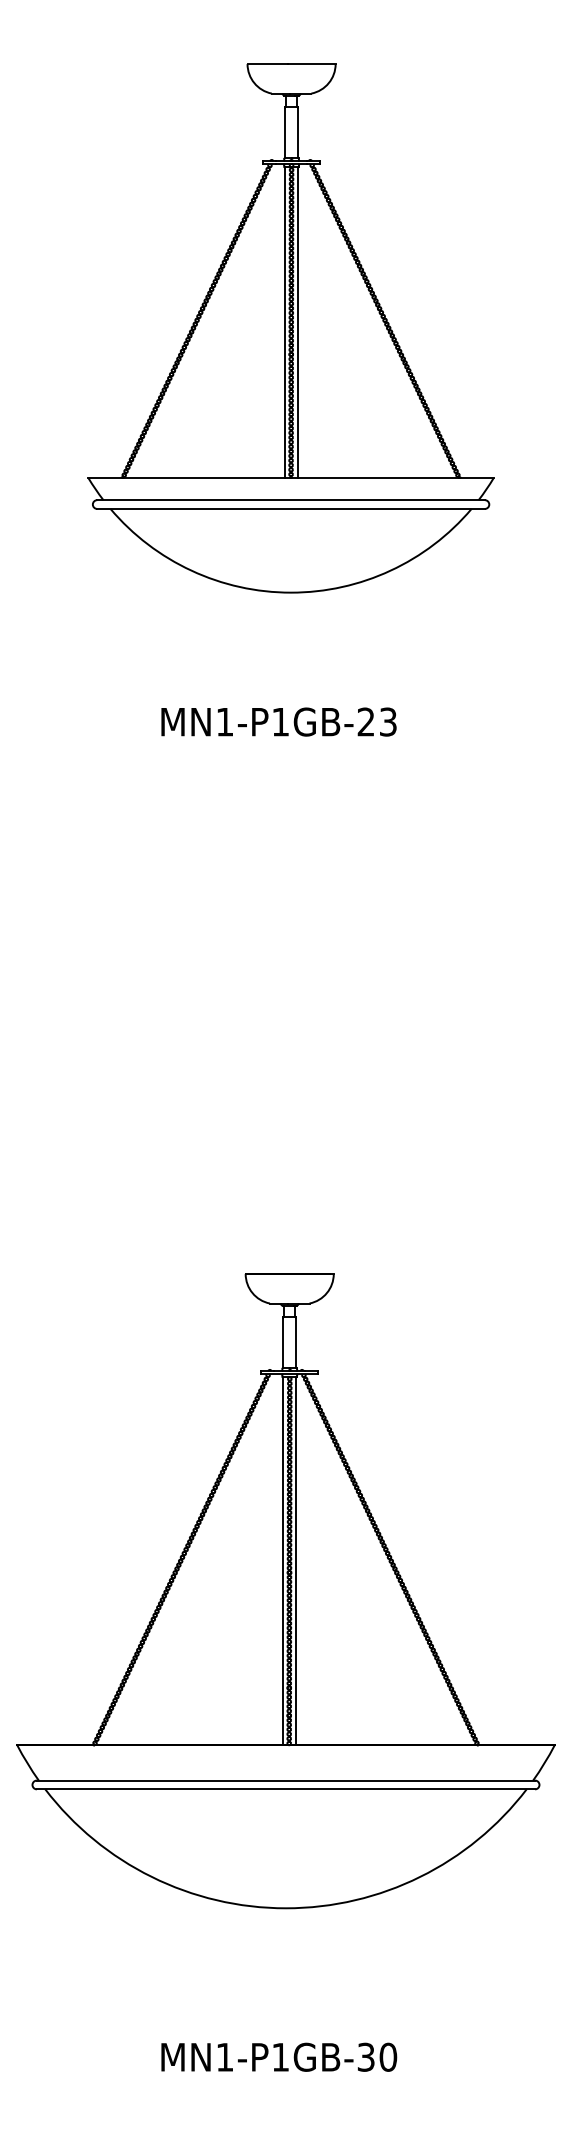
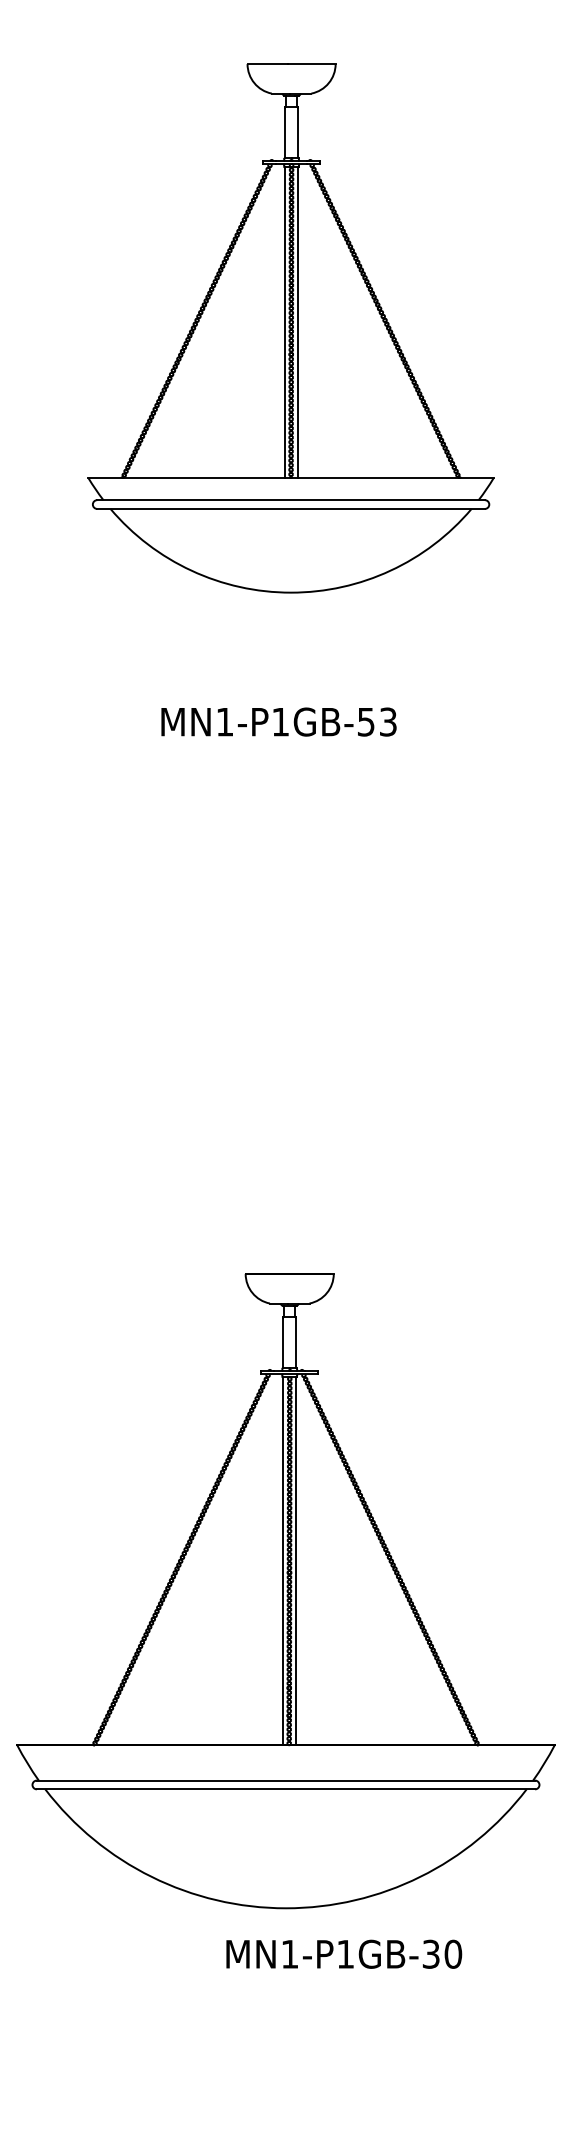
text at (365, 721): MN1-P1GB-23 -> MN1-P1GB-53
text at (279, 2056) position: (279, 2056) -> (344, 1953)
